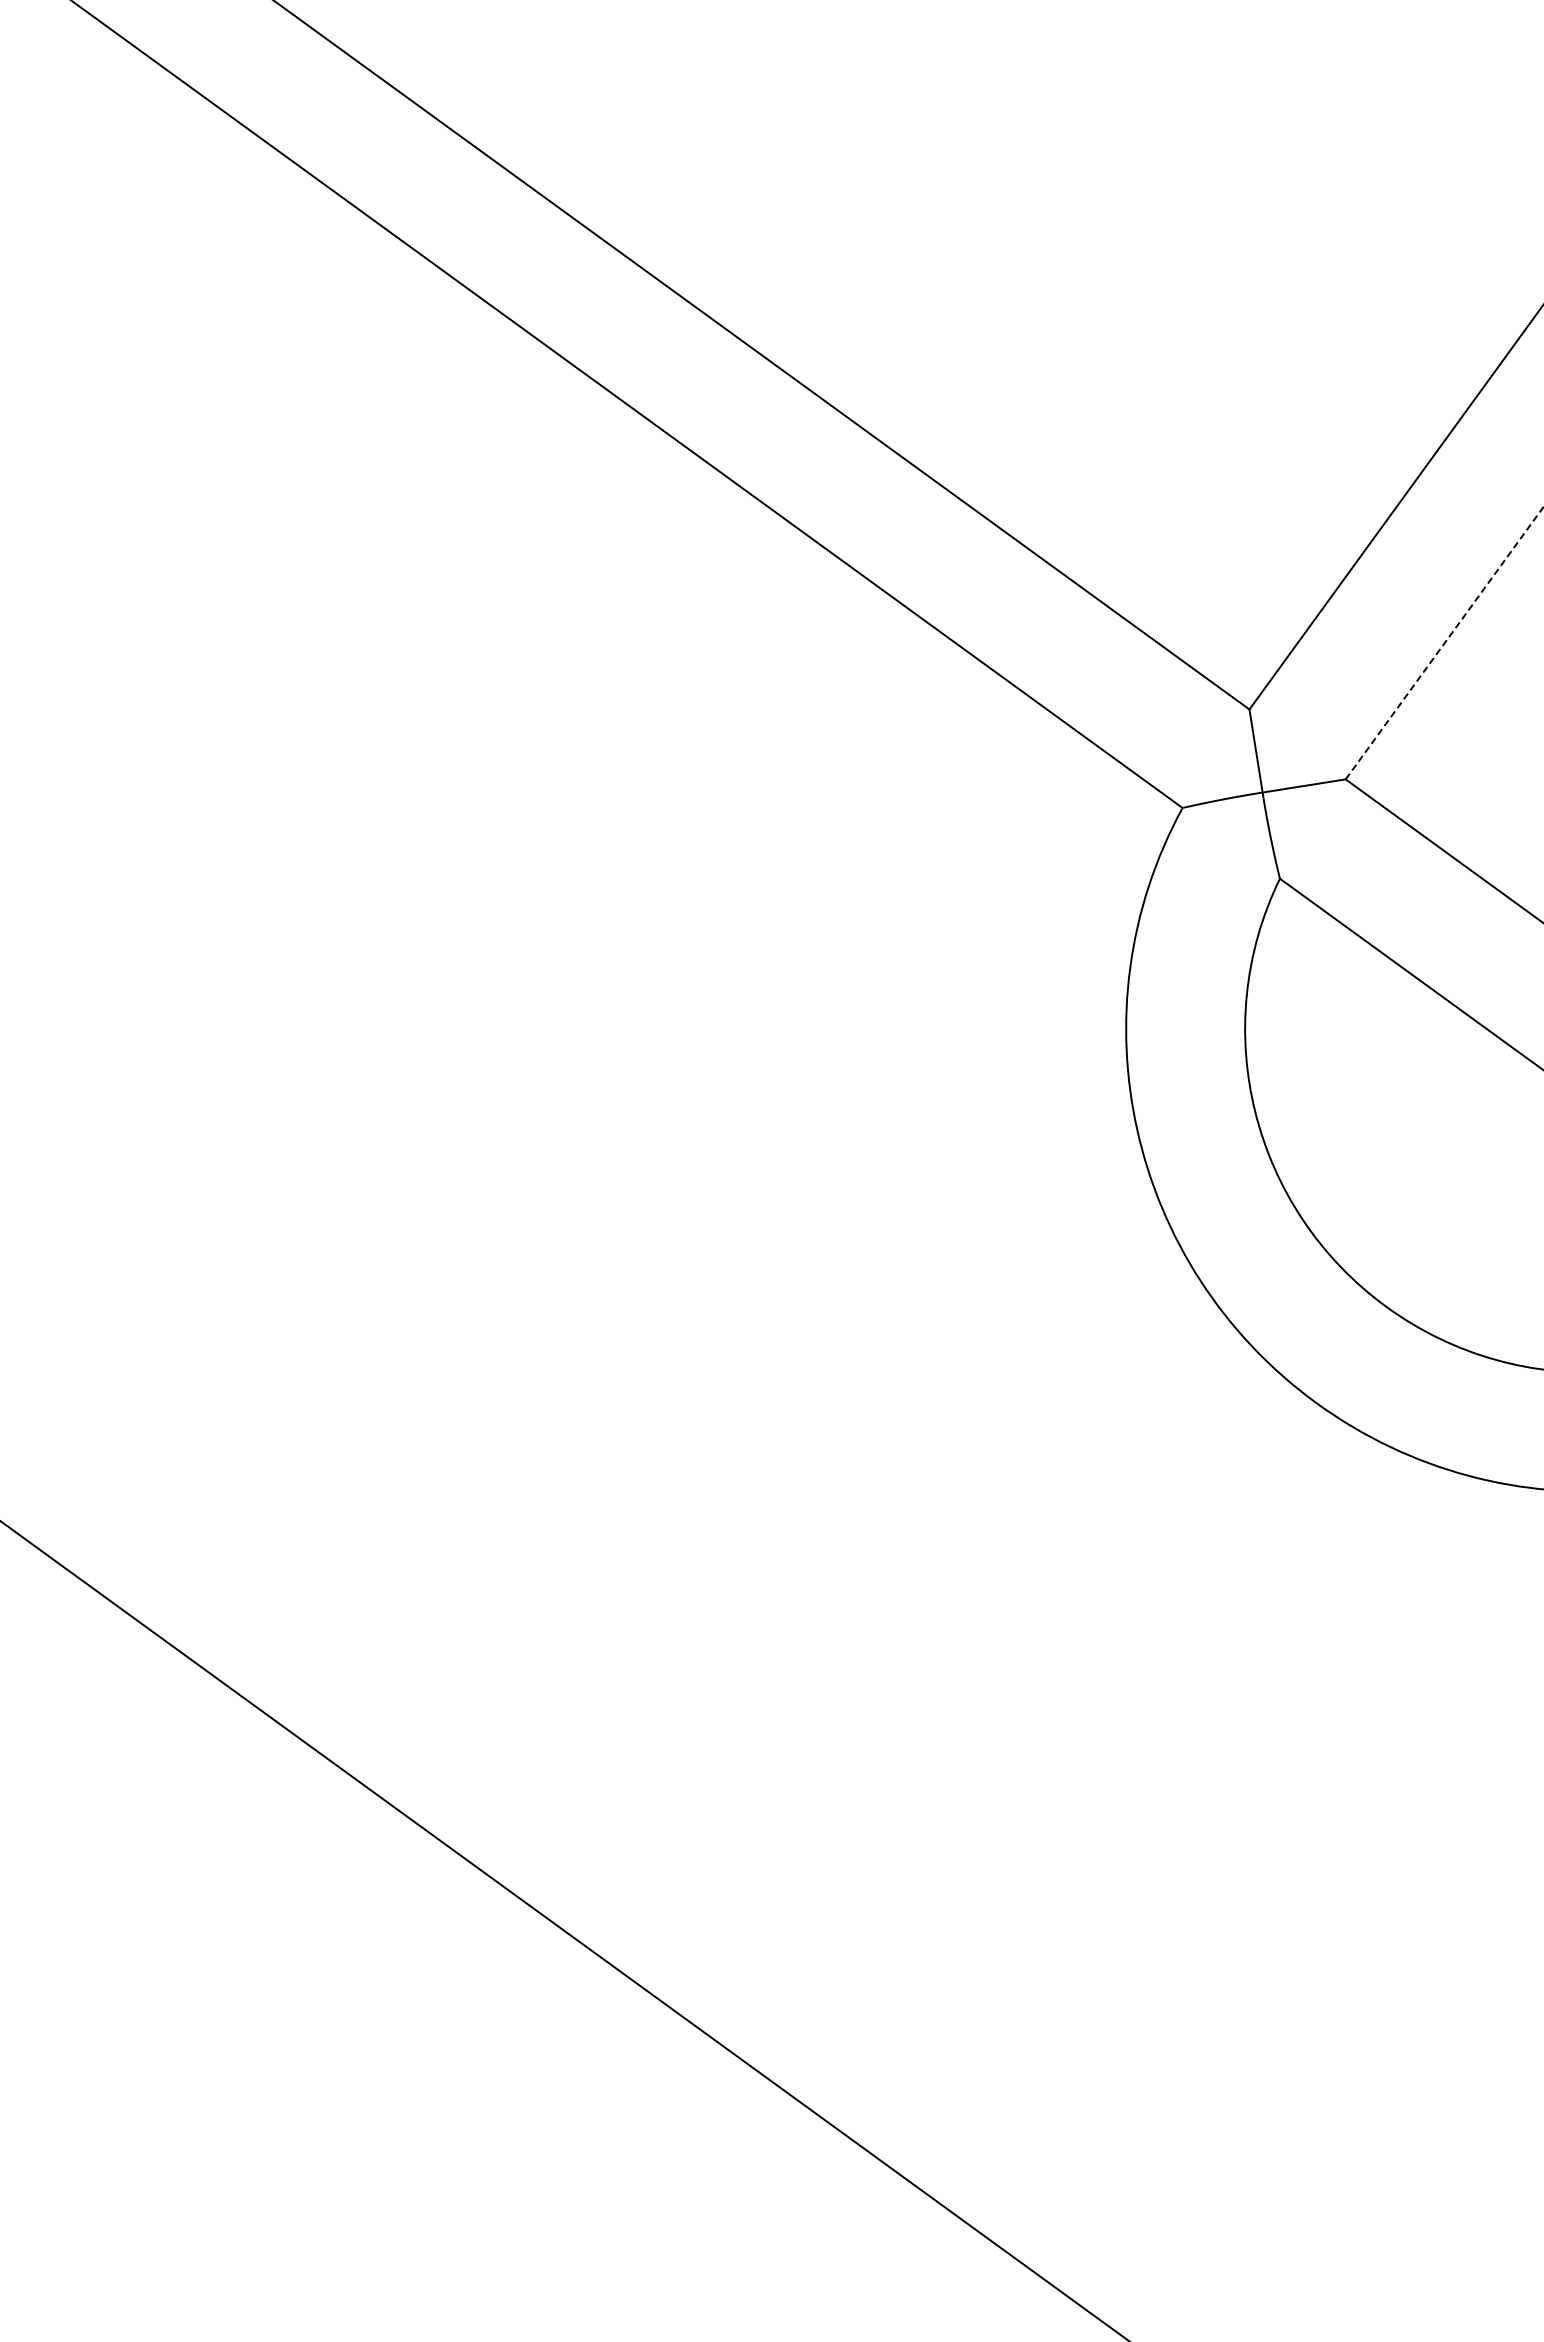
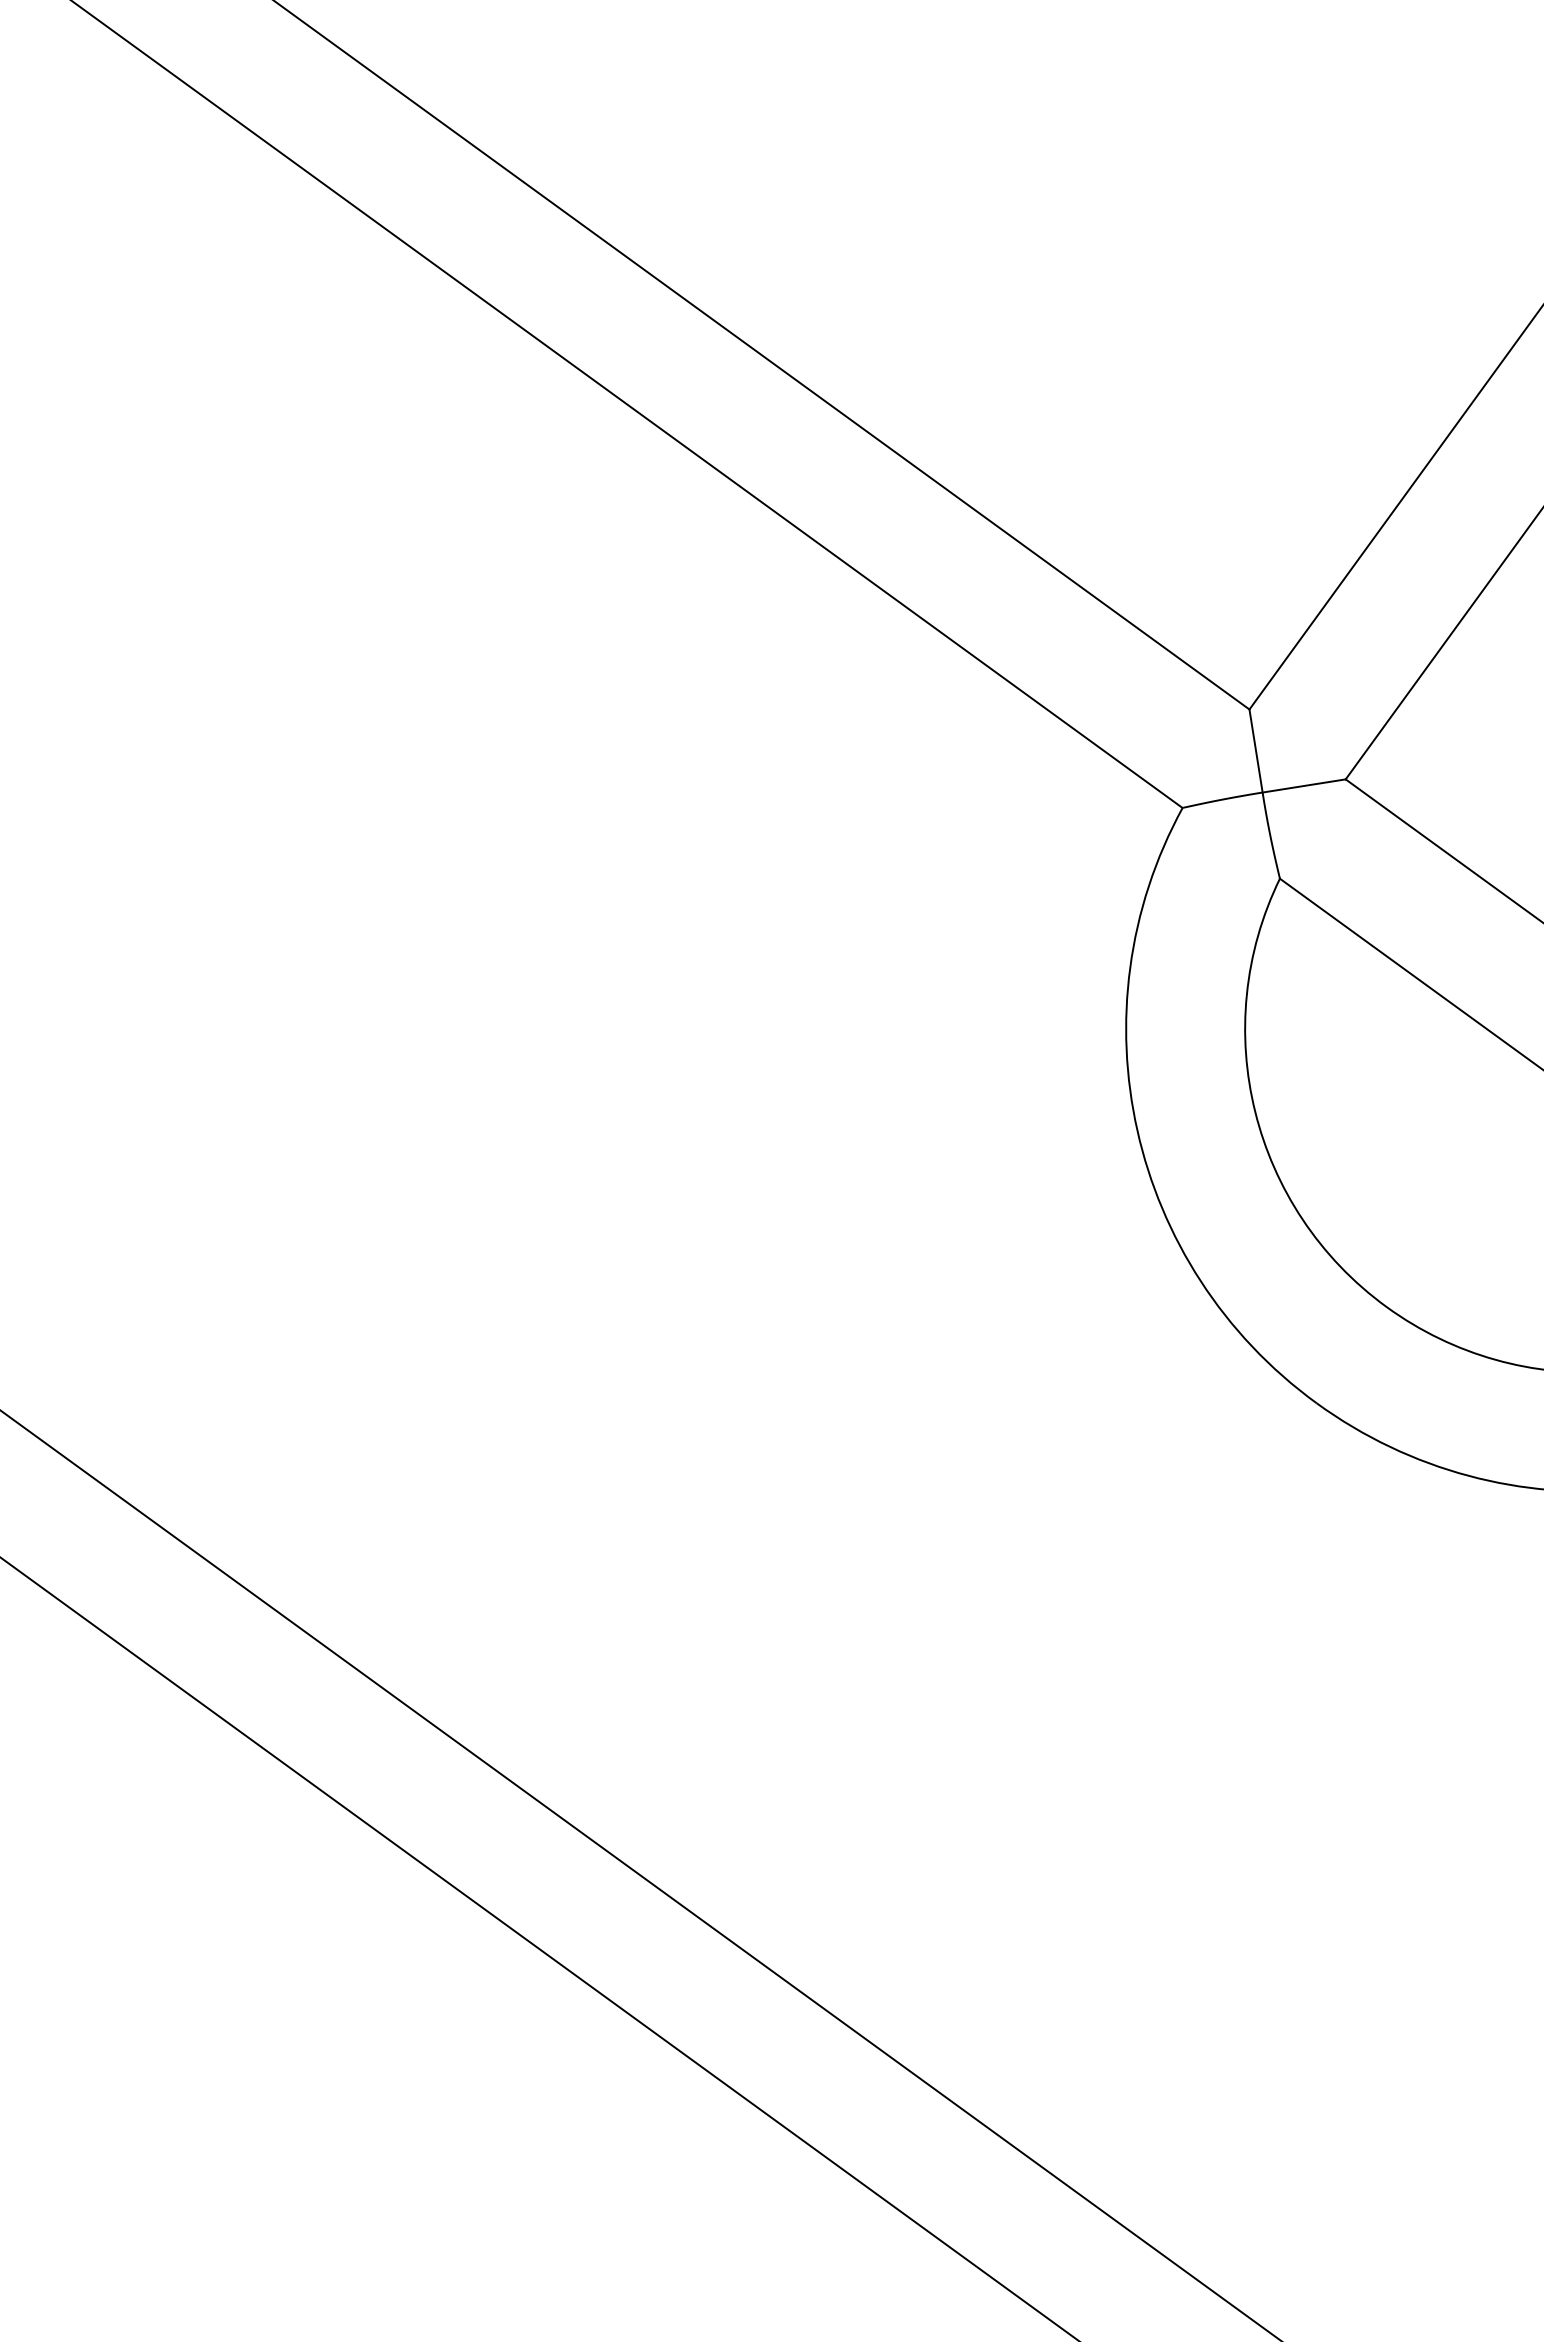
line at (1444, 642): dashed -> solid
line at (640, 1874): none -> present
line at (563, 1930) position: (563, 1930) -> (538, 1948)
